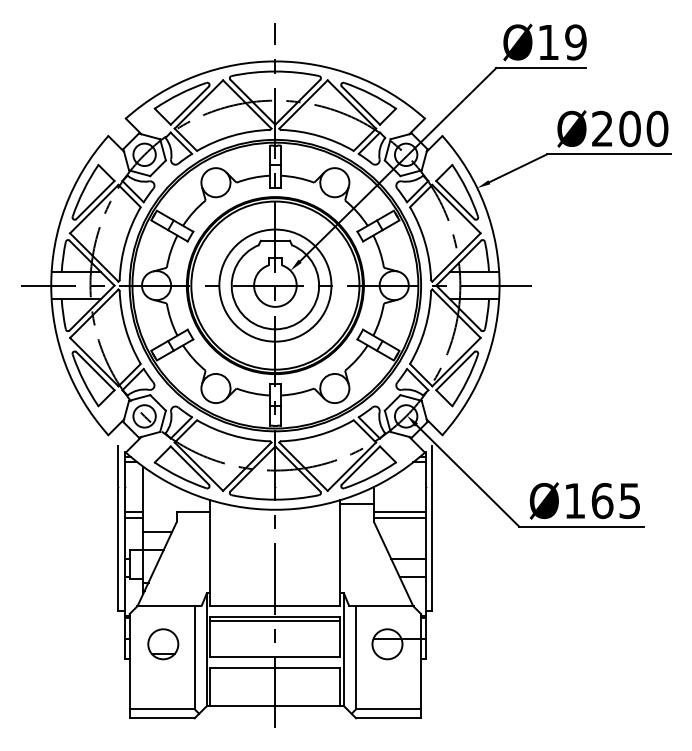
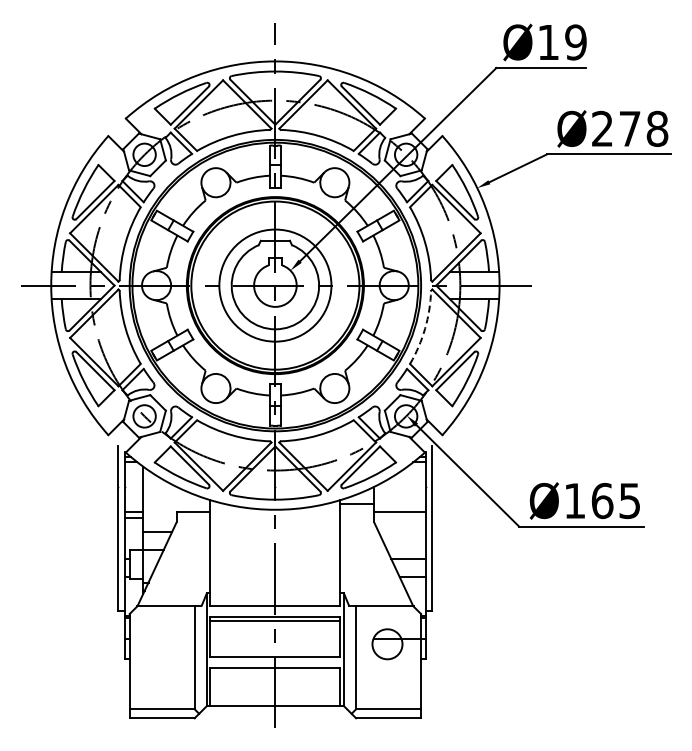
text at (643, 128): Ø200 -> Ø278
arc at (425, 328): solid -> dashed
line at (399, 517): present -> none
part at (163, 644): present -> none
